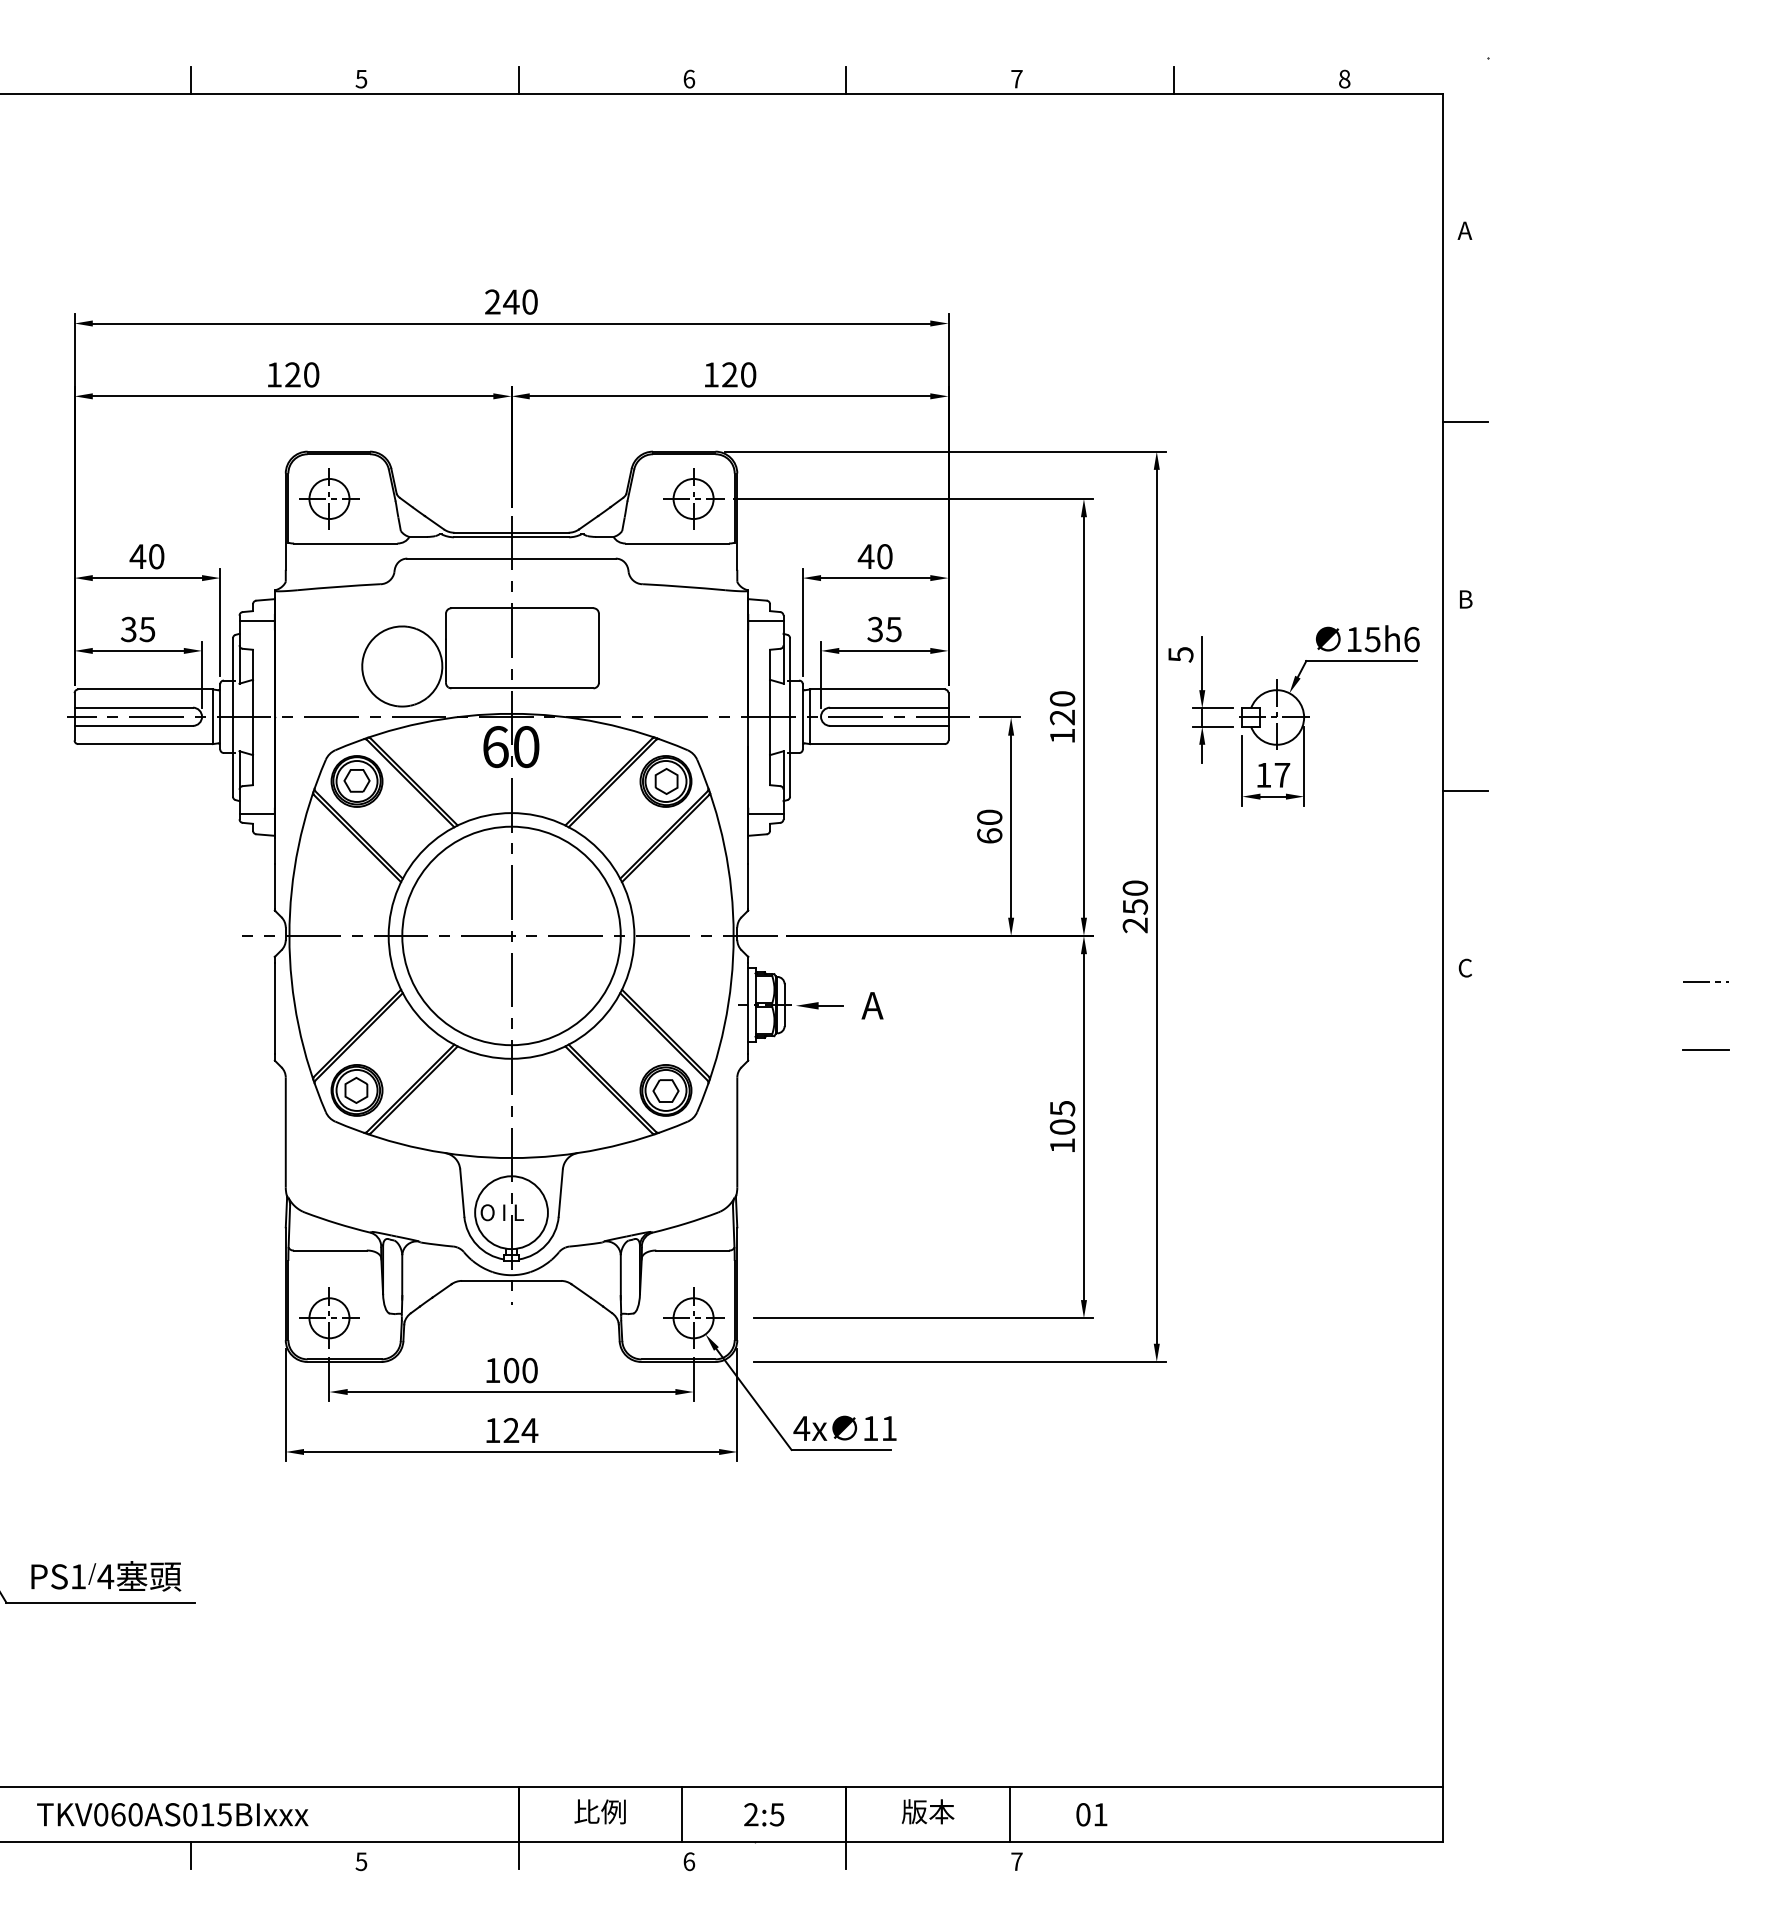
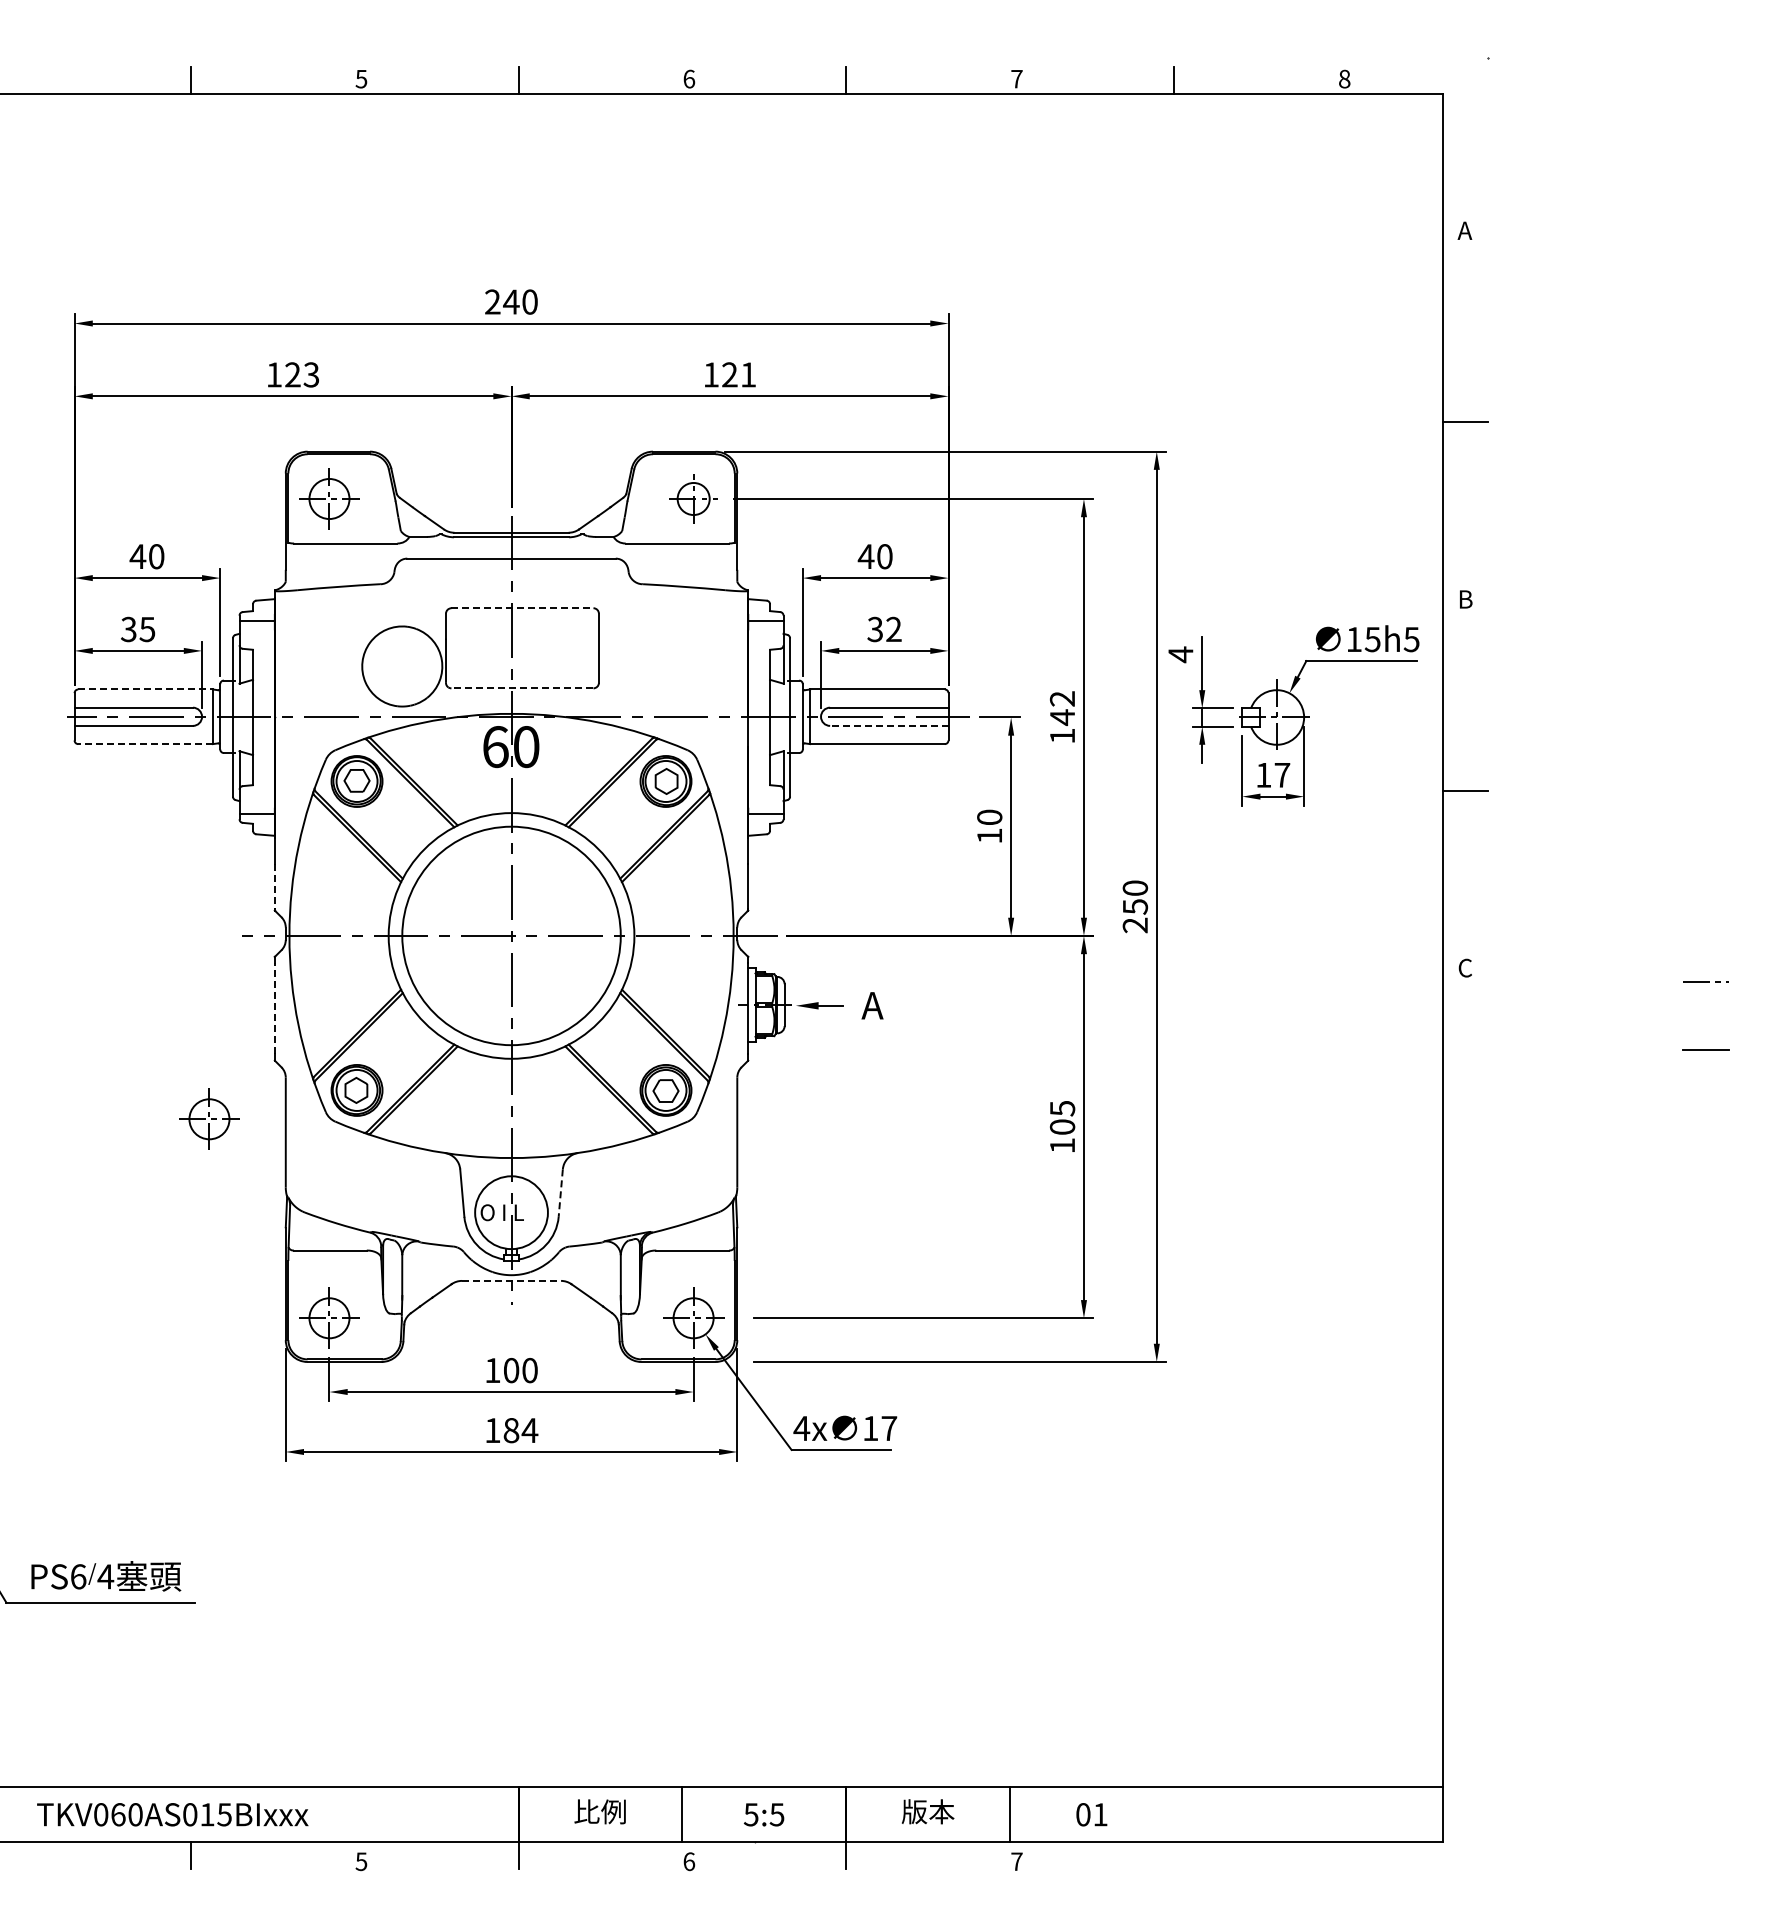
text at (311, 374): 120 -> 123
text at (748, 374): 120 -> 121
part at (693, 498) size: 62x62 px -> 49x50 px
line at (522, 608): solid -> dashed
text at (893, 629): 35 -> 32
text at (1411, 639): 15h6 -> 15h5
text at (1180, 654): 5 -> 4
line at (521, 688): solid -> dashed
line at (146, 689): solid -> dashed
text at (1062, 708): 120 -> 142
line at (888, 725): solid -> dashed
line at (145, 744): solid -> dashed
text at (989, 835): 60 -> 10
line at (274, 886): solid -> dashed
line at (274, 1008): solid -> dashed
part at (209, 1118): none -> present
line at (560, 1193): solid -> dashed
line at (511, 1280): solid -> dashed
text at (889, 1428): 11 -> 17
text at (511, 1430): 124 -> 184
text at (78, 1576): PS1 -> PS6
text at (750, 1814): 2:5 -> 5:5
